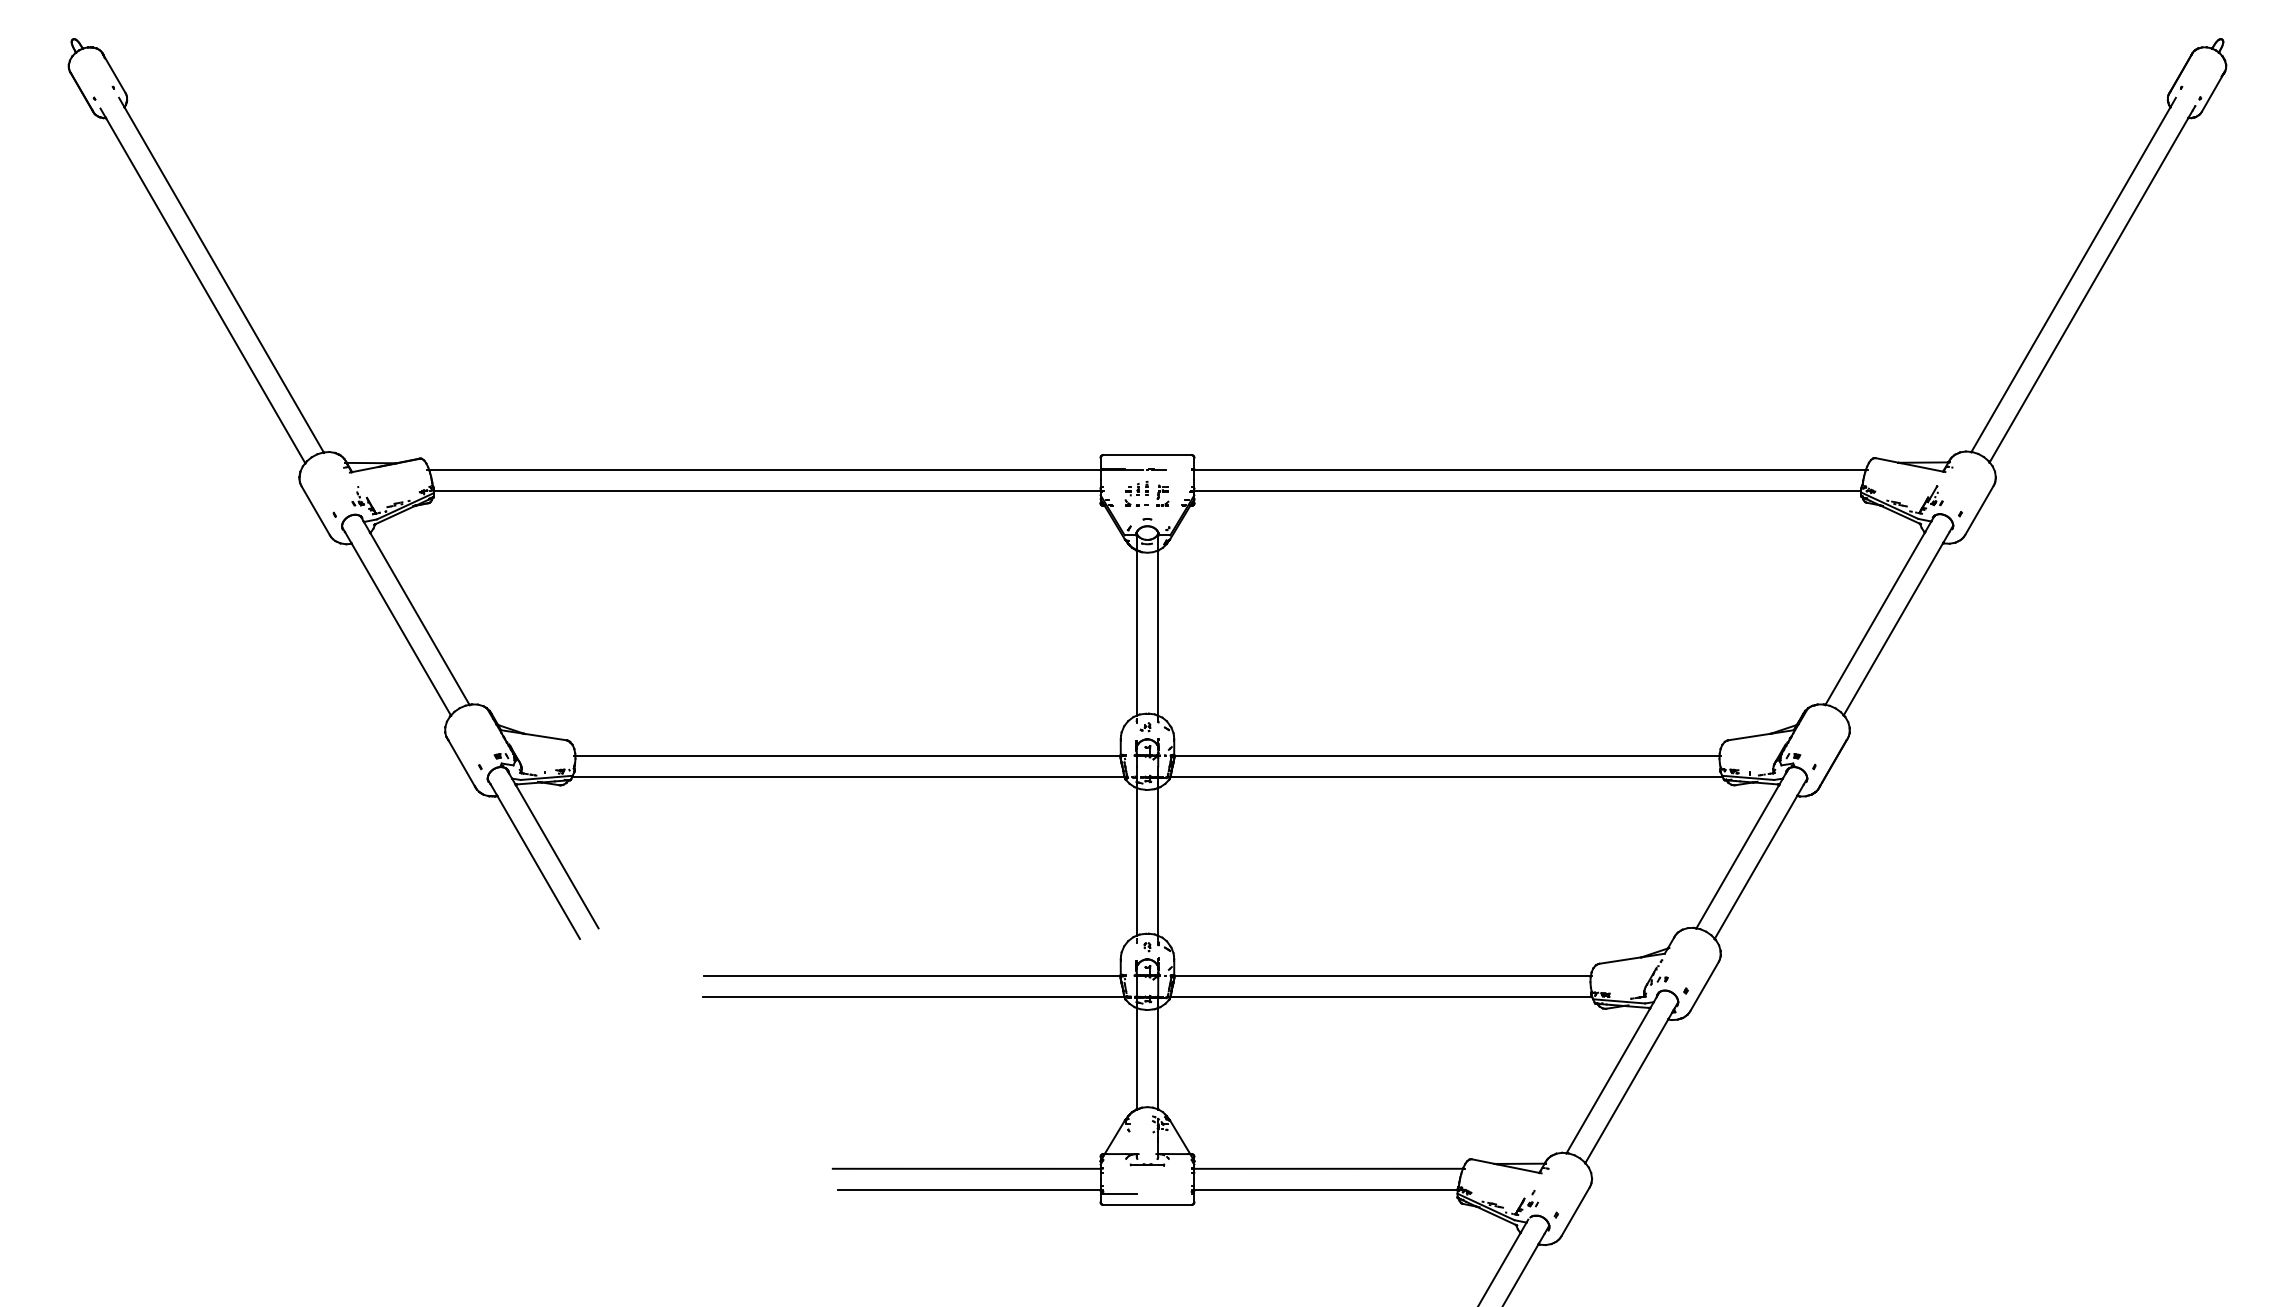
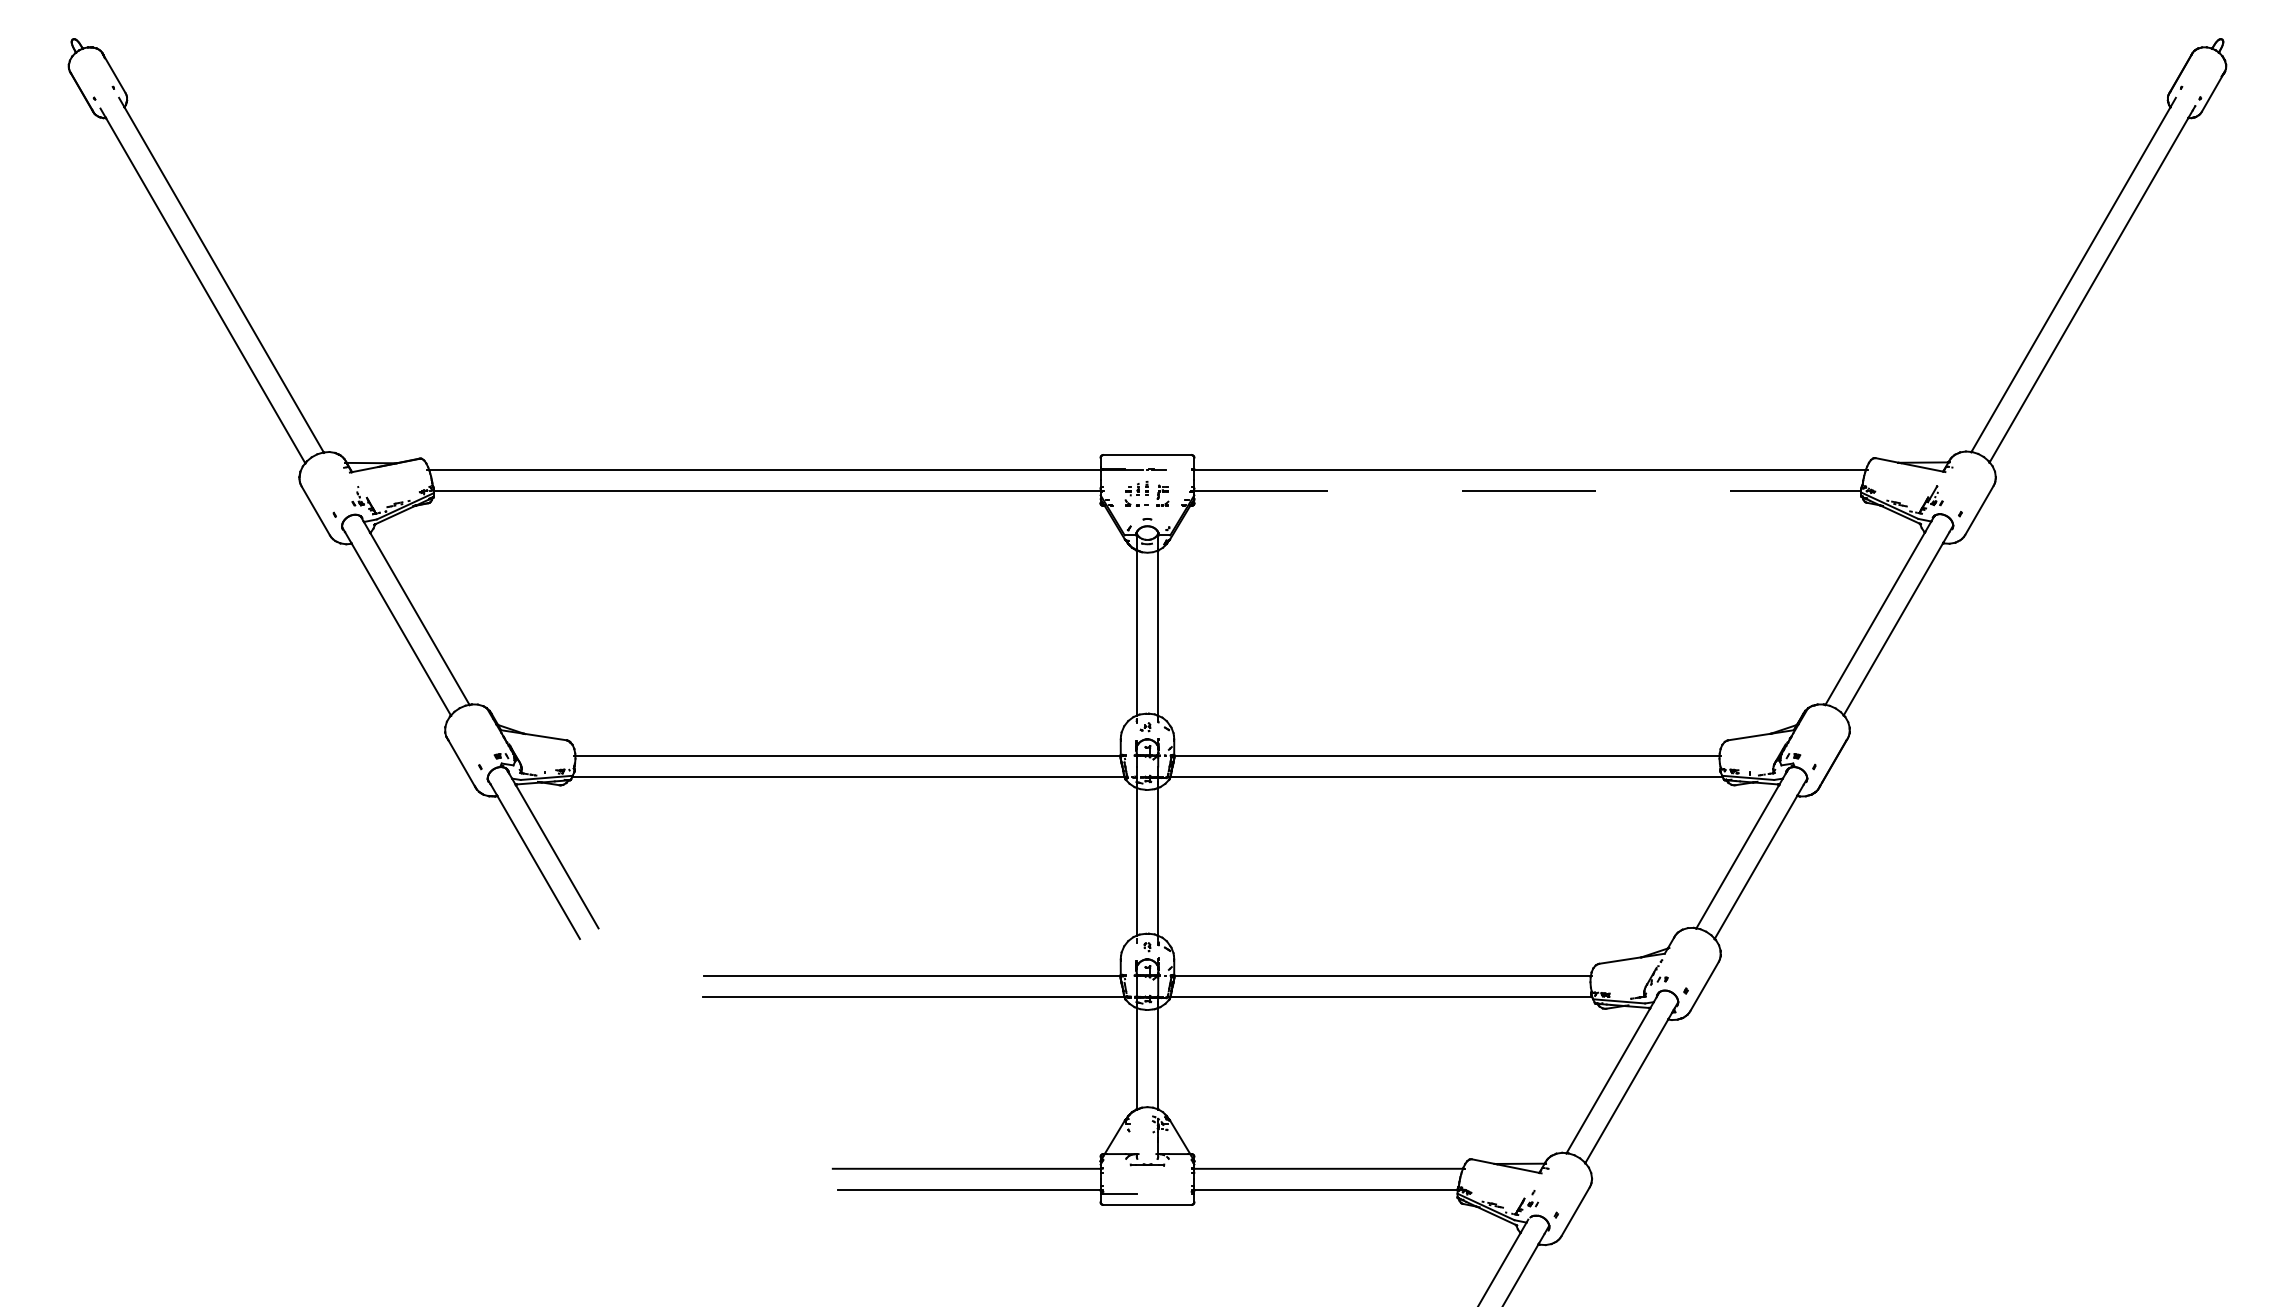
line at (1527, 491): solid -> dashed
